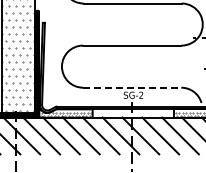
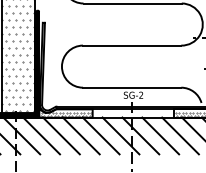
line at (132, 87): dashed -> solid
